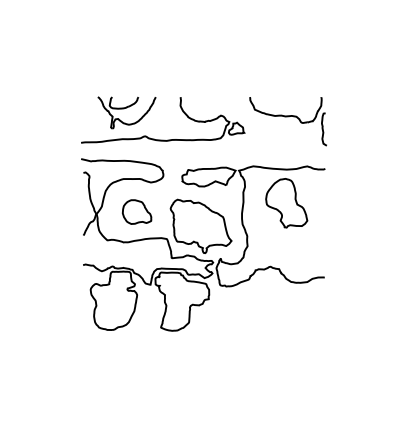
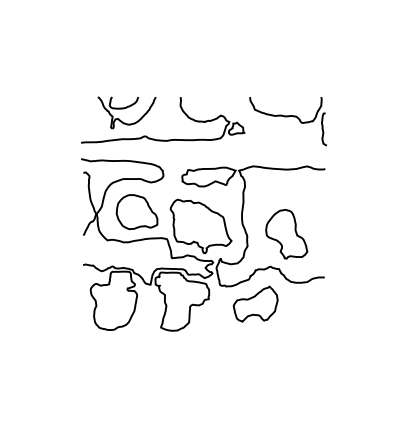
part at (286, 203) position: (286, 203) -> (286, 234)
part at (137, 211) size: 31x26 px -> 44x36 px
part at (255, 303): none -> present
